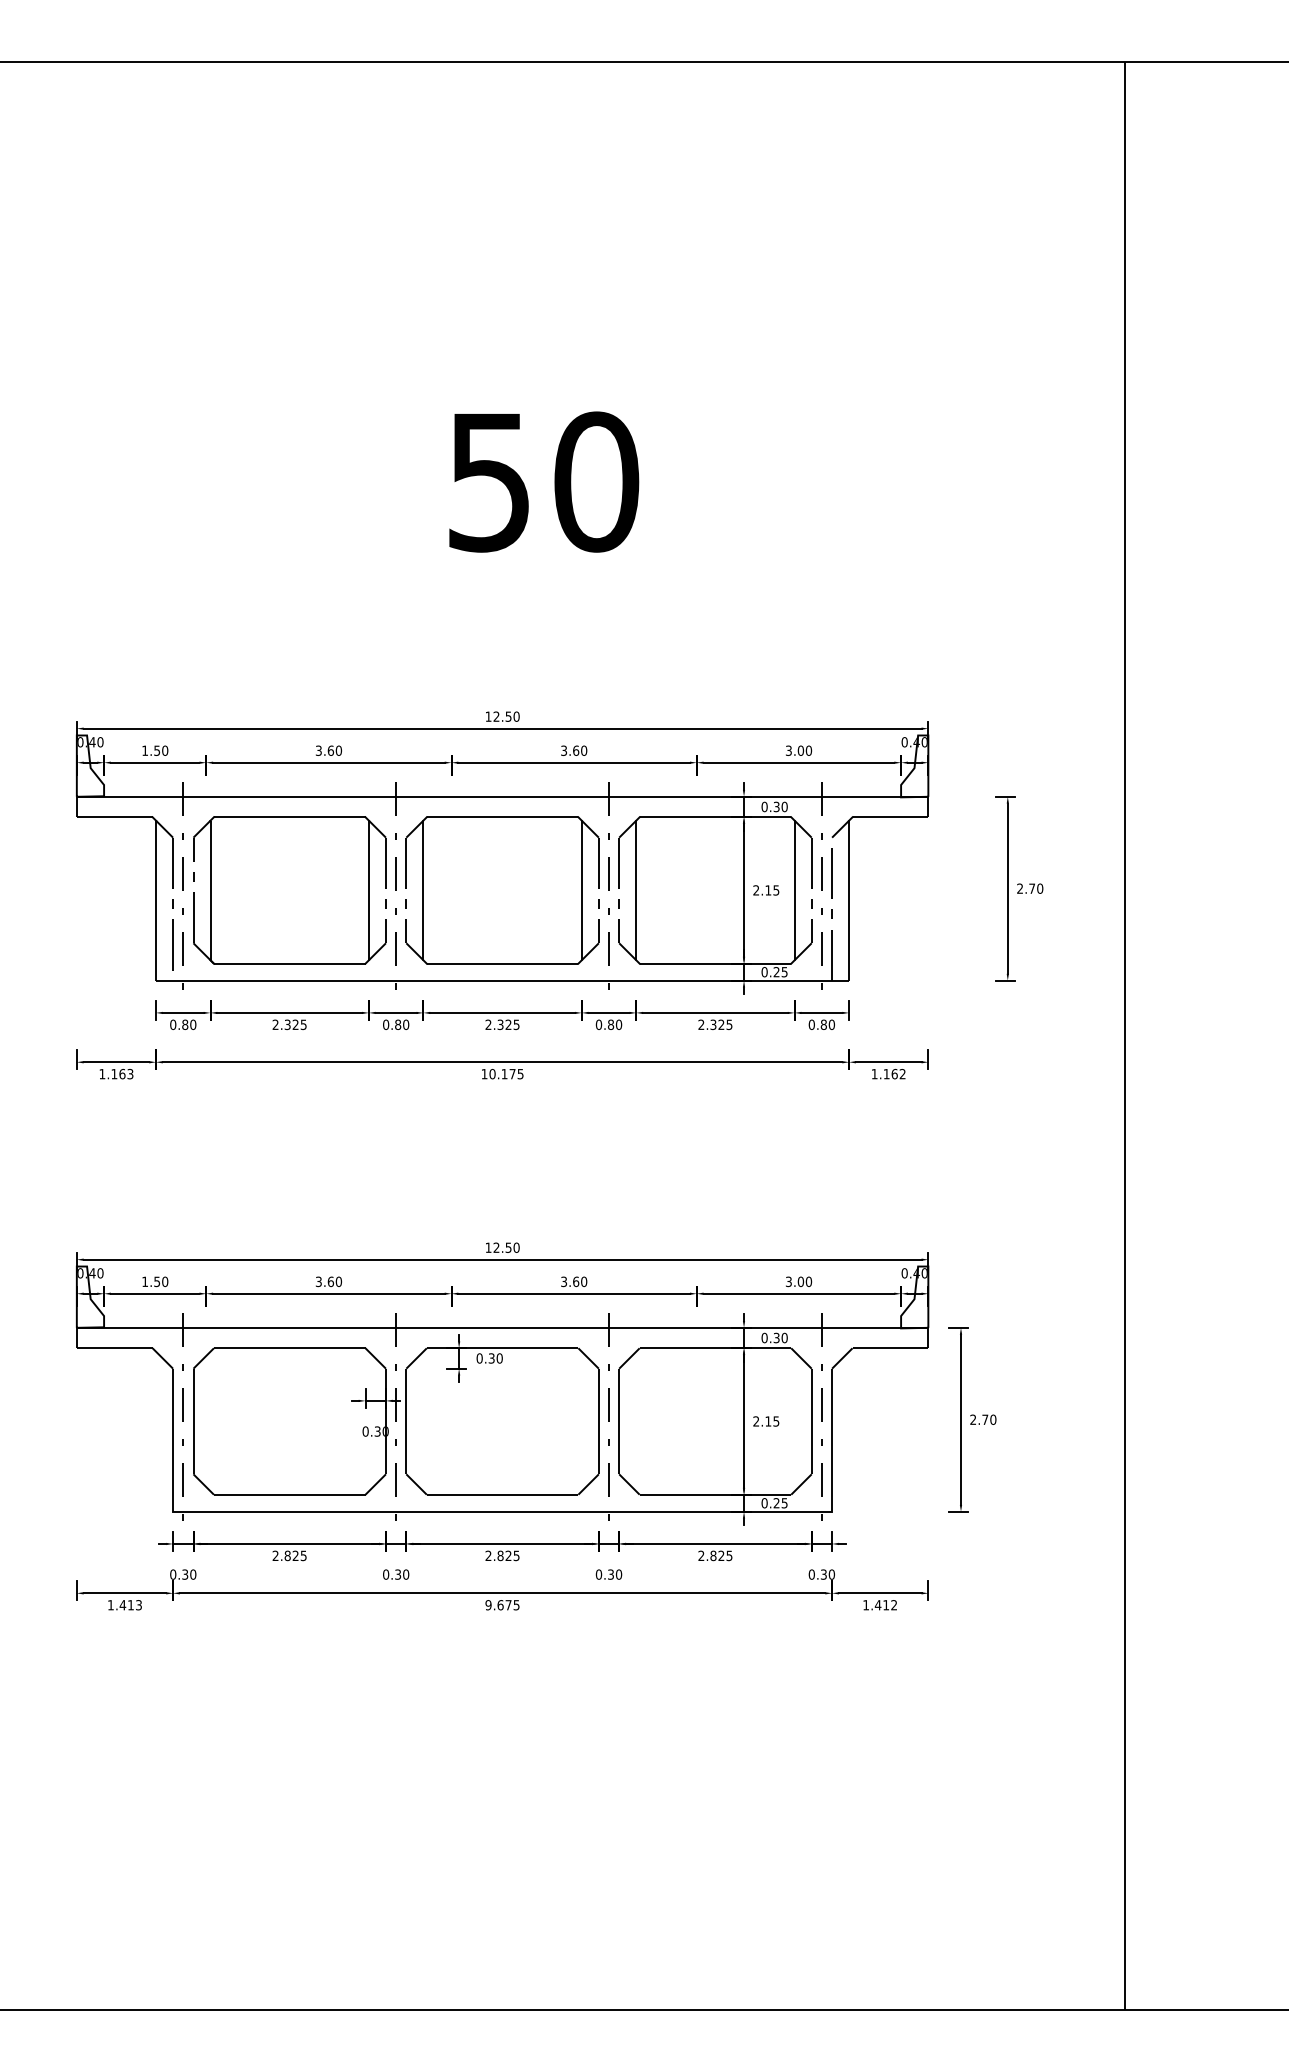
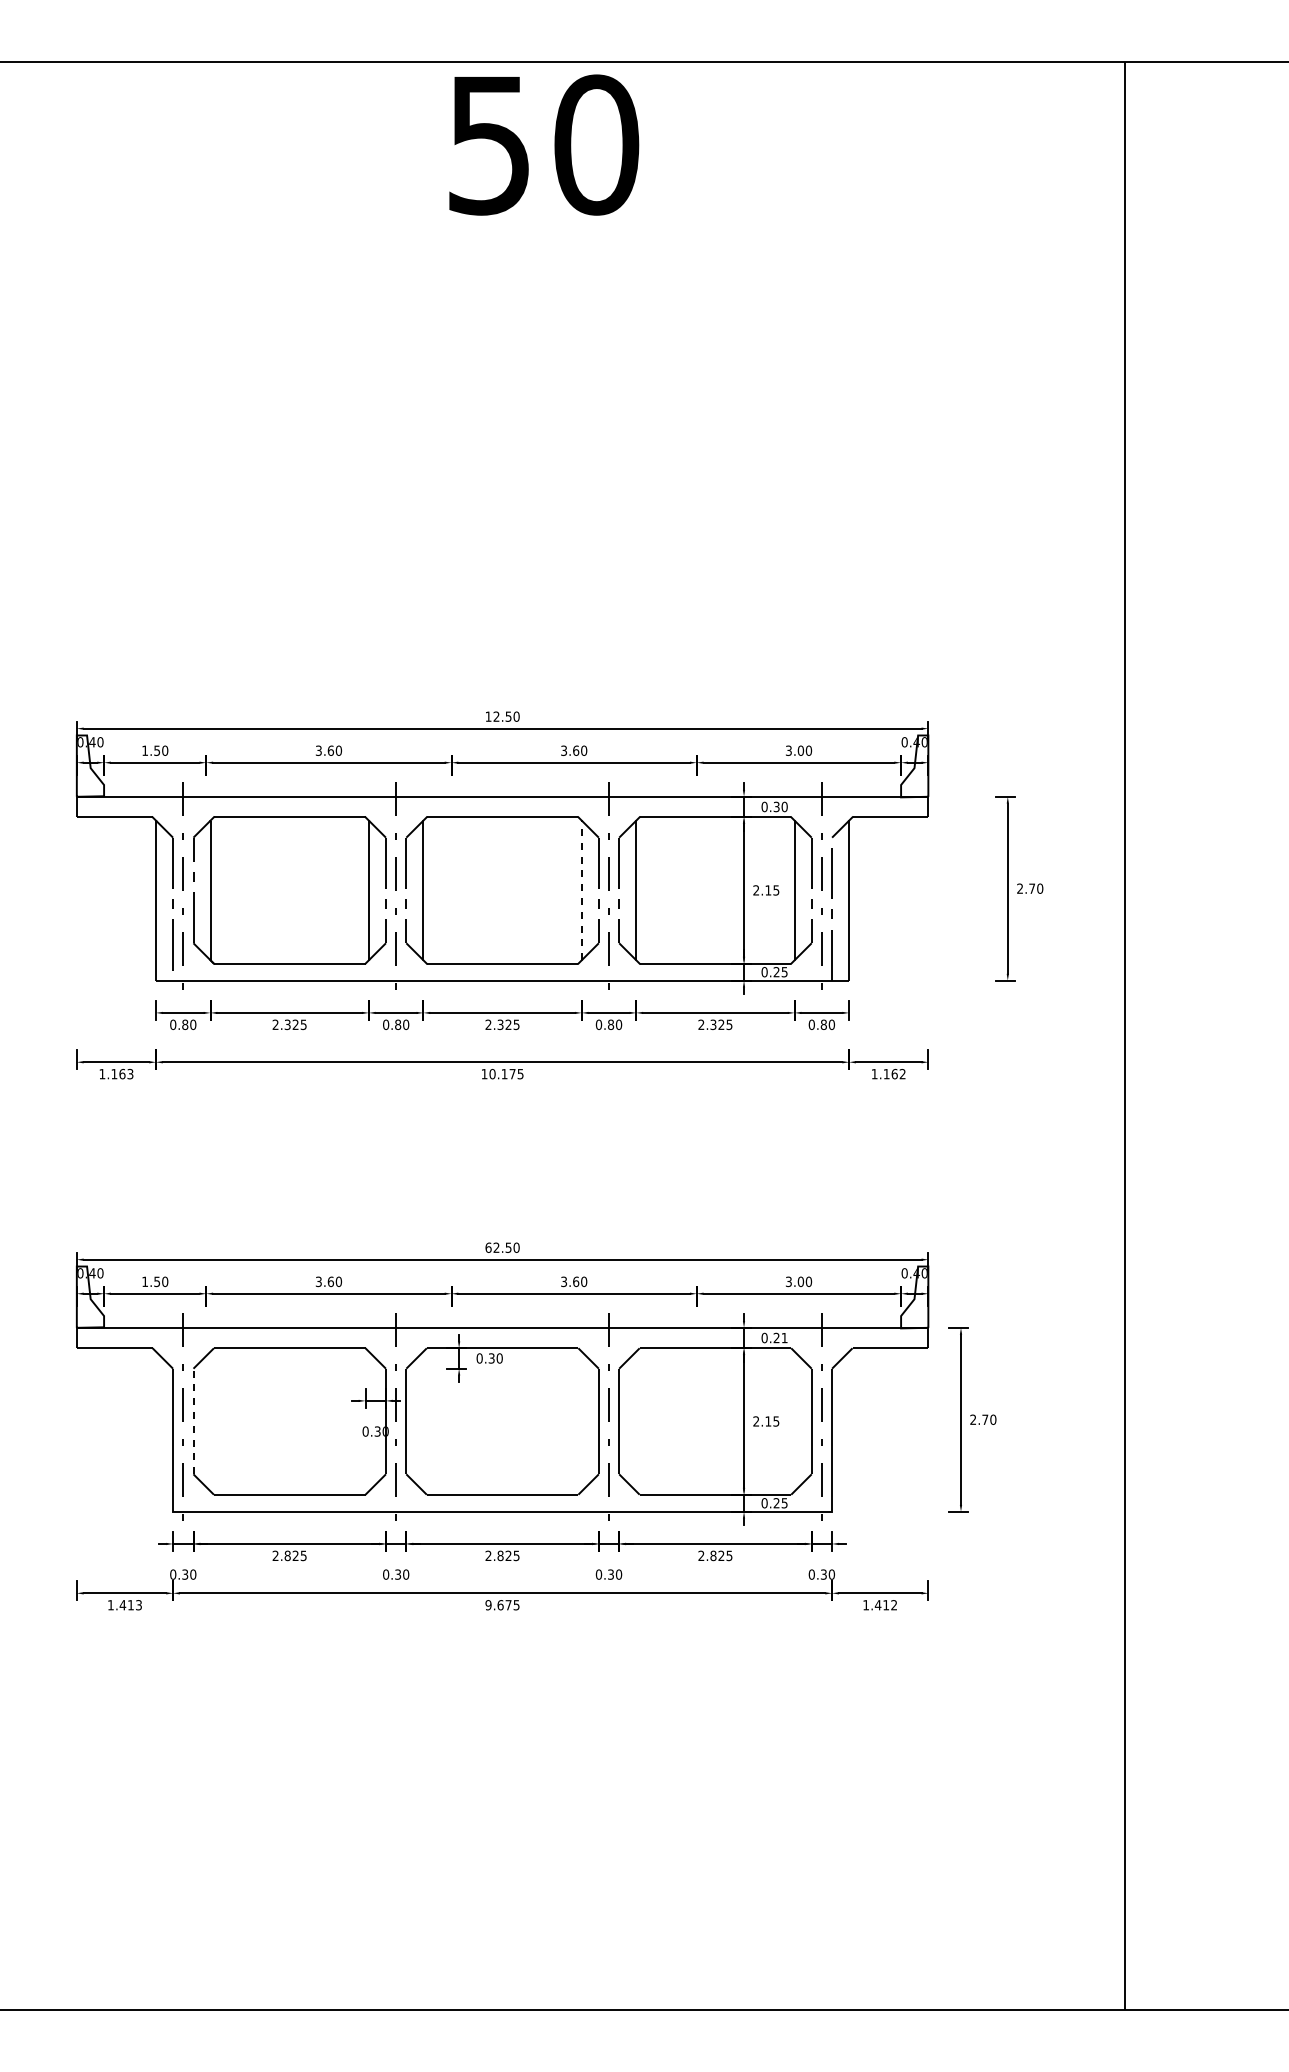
text at (544, 481) position: (544, 481) -> (544, 144)
line at (581, 890): solid -> dashed
text at (488, 1247): 12.50 -> 62.50
text at (780, 1337): 0.30 -> 0.21
line at (193, 1421): solid -> dashed
